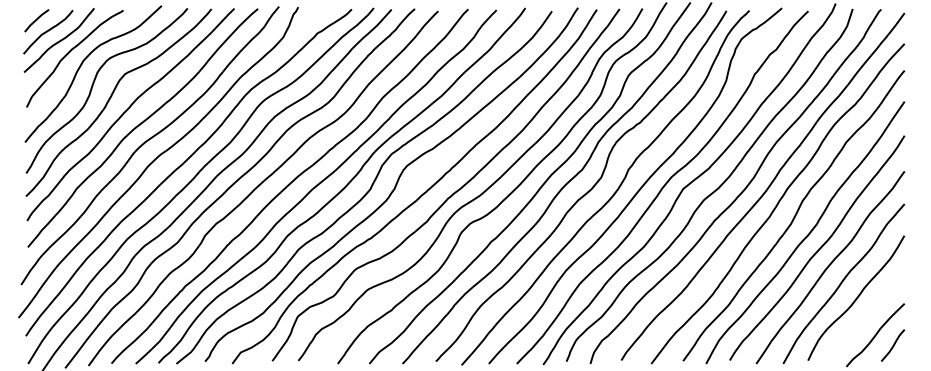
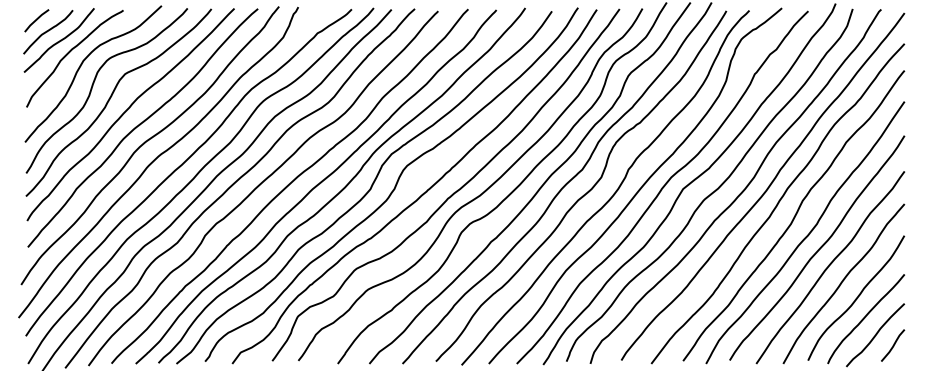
curve at (865, 318): none -> present
